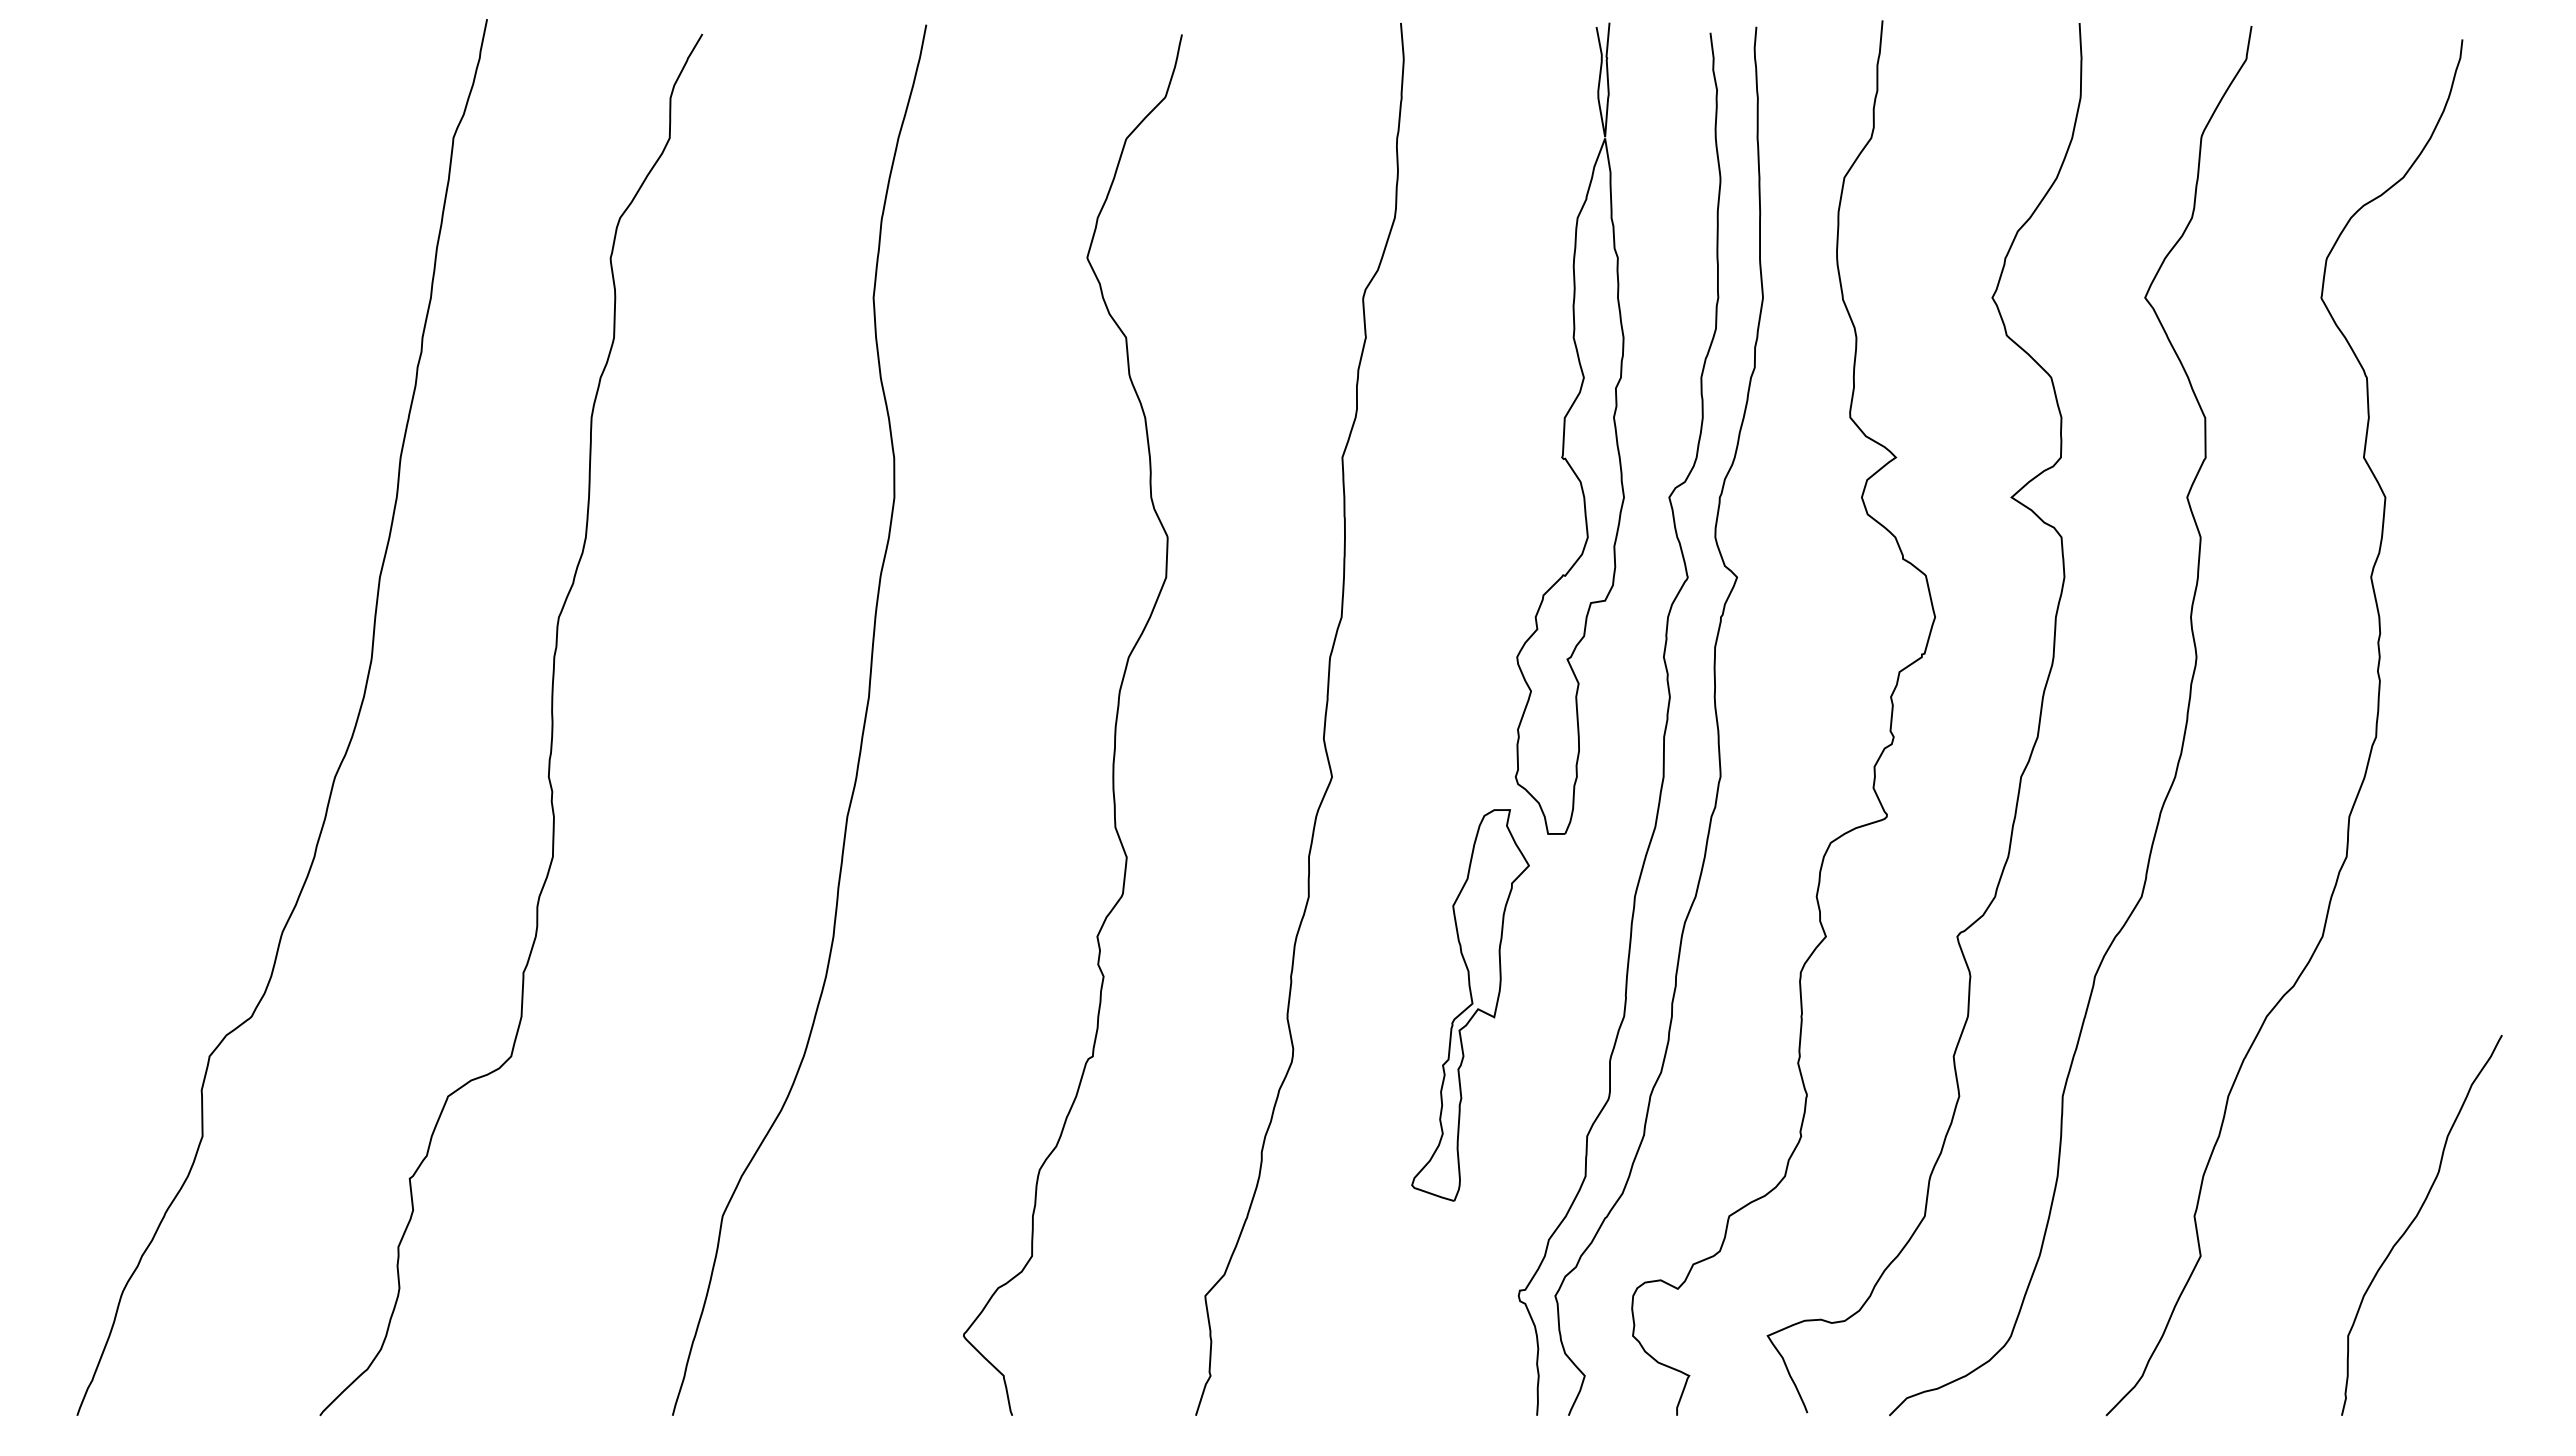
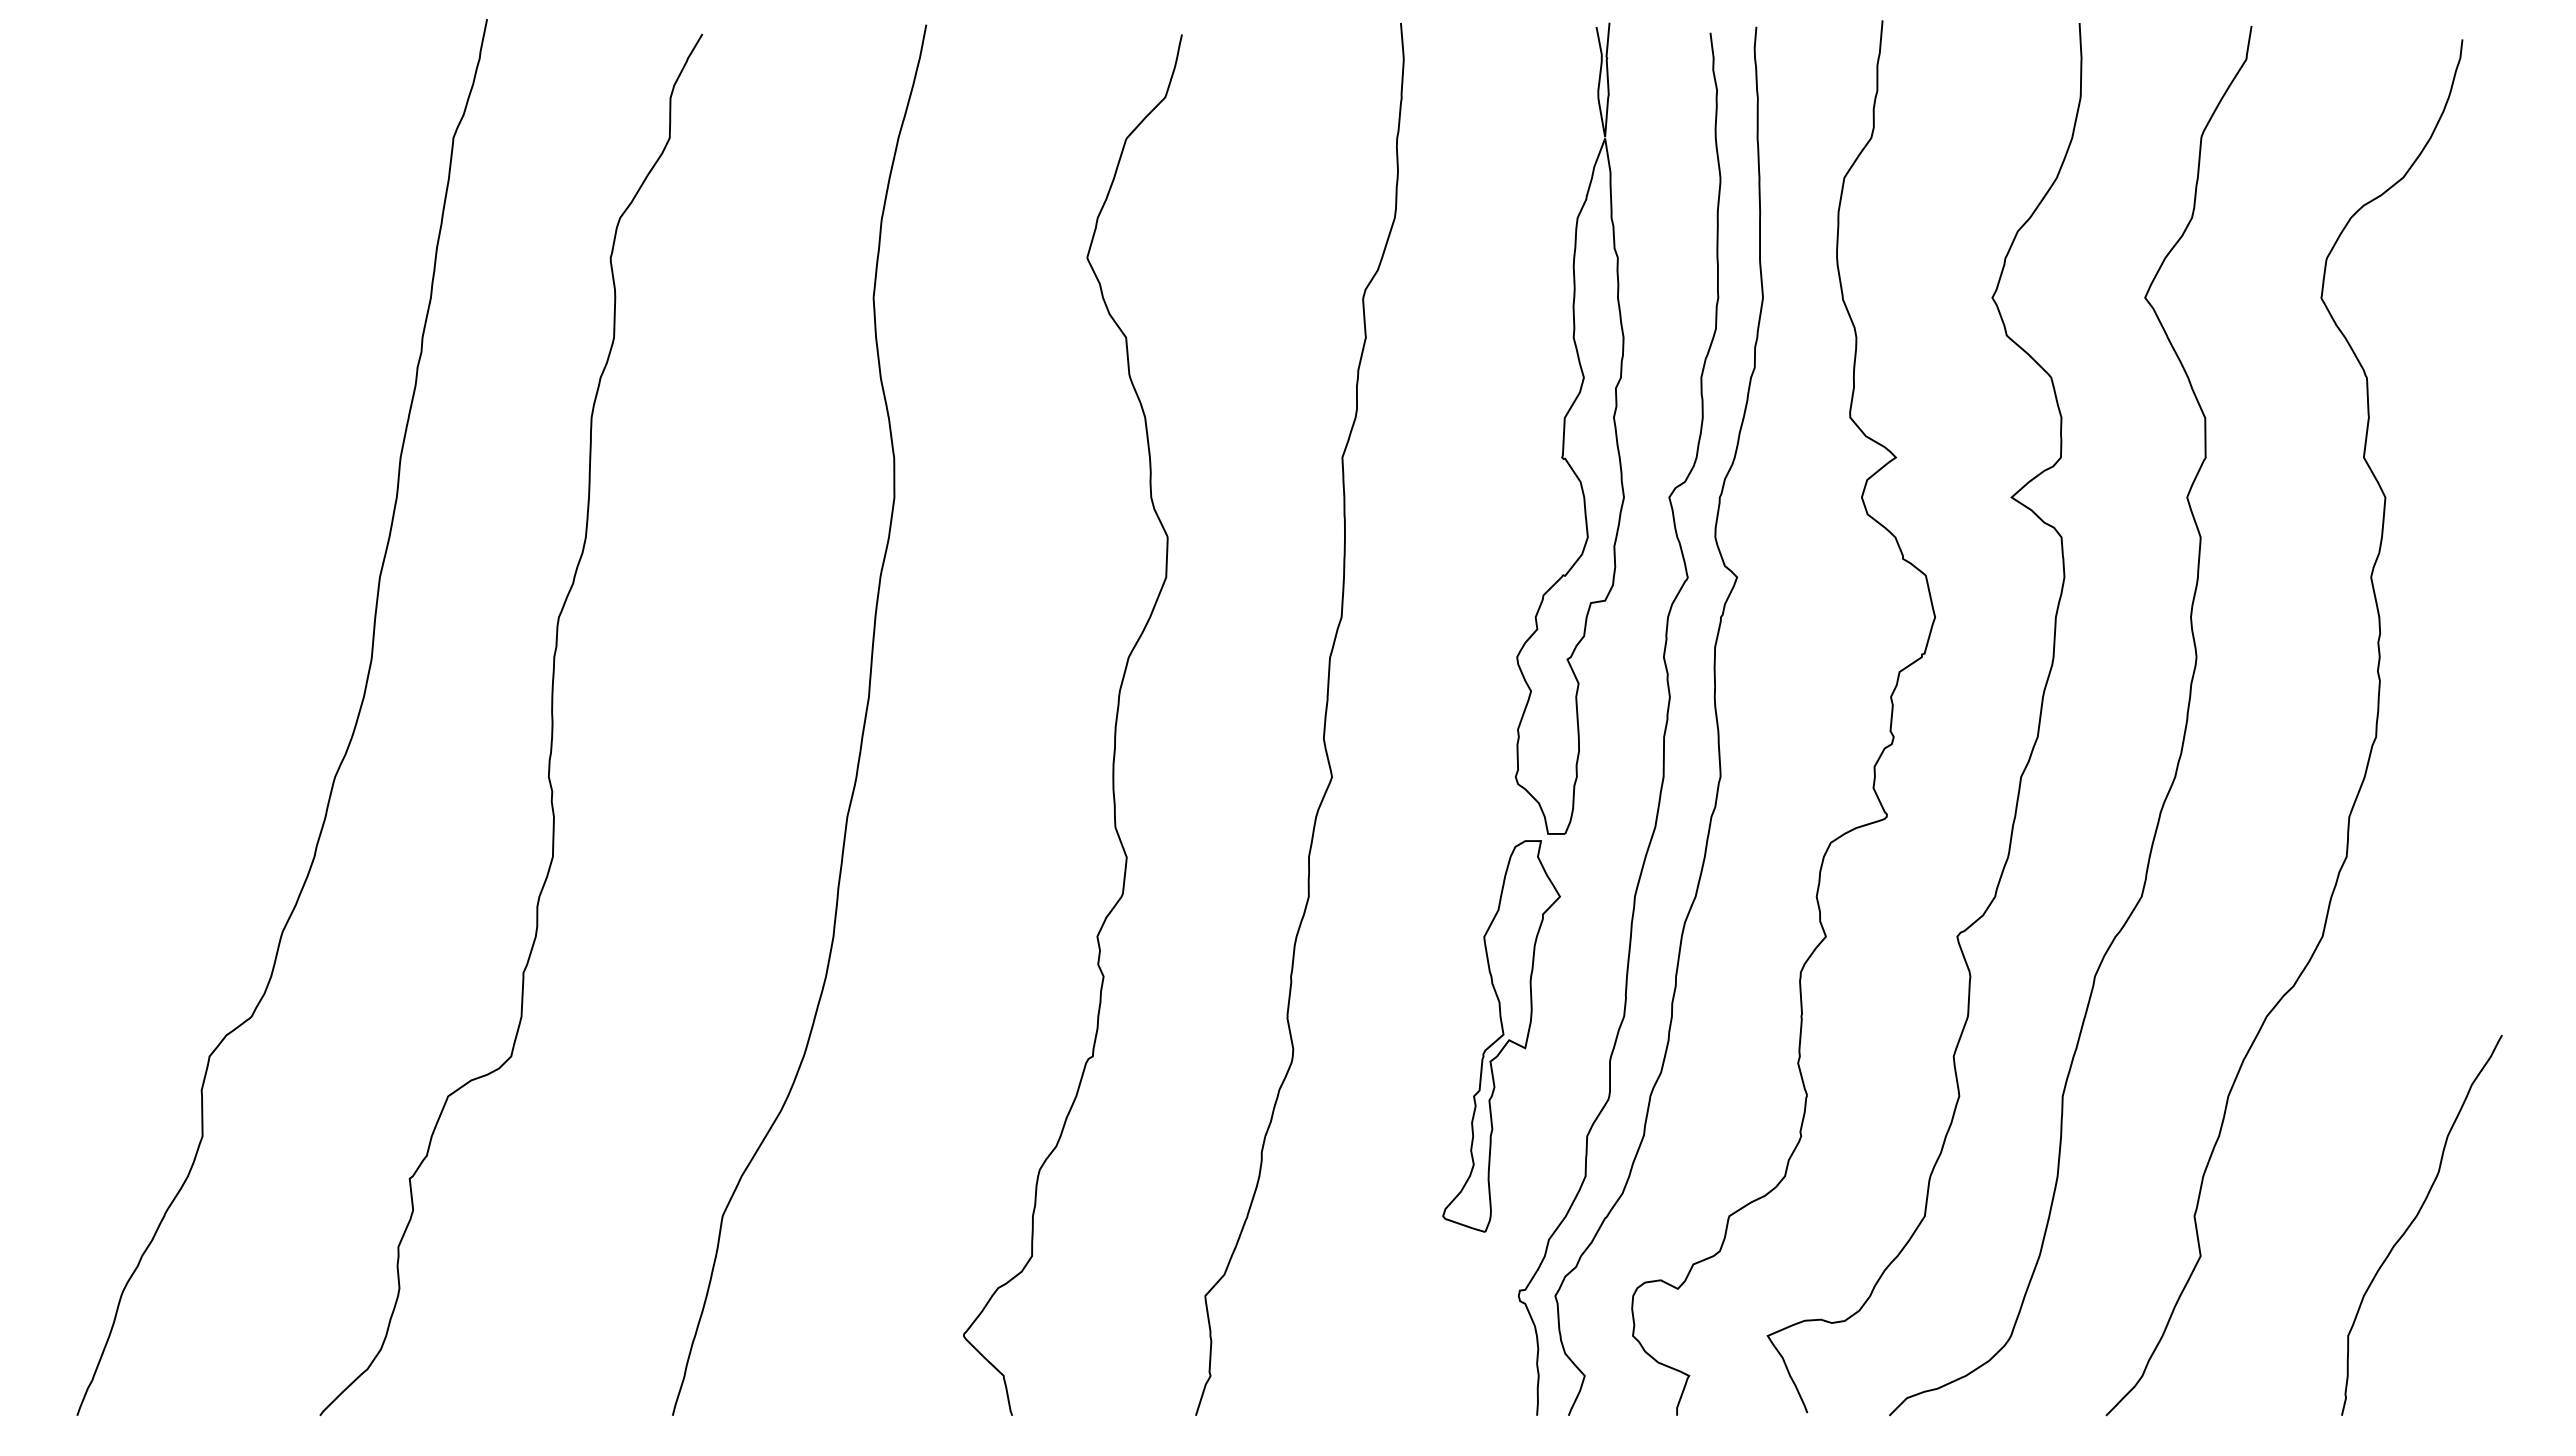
part at (1470, 1005) position: (1470, 1005) -> (1501, 1036)
